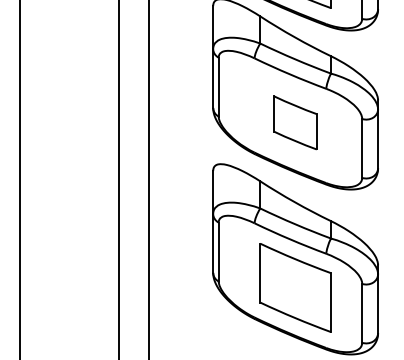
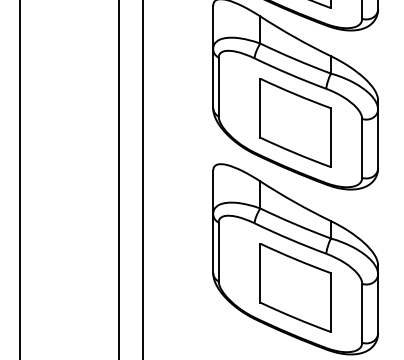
part at (295, 122) size: 45x56 px -> 73x90 px
line at (148, 179) position: (148, 179) -> (142, 179)
